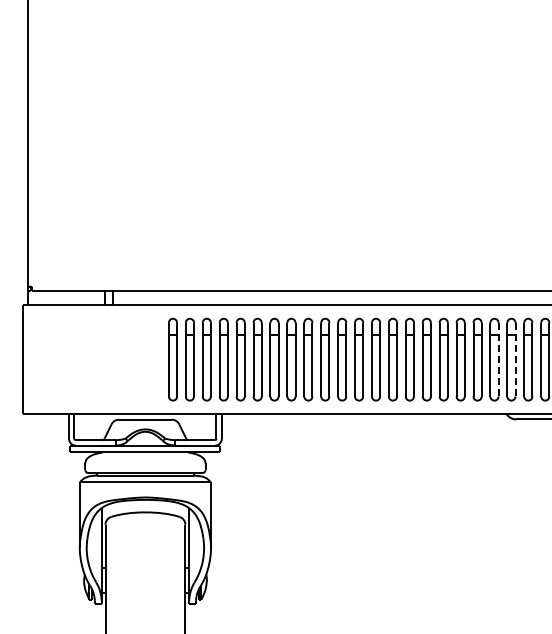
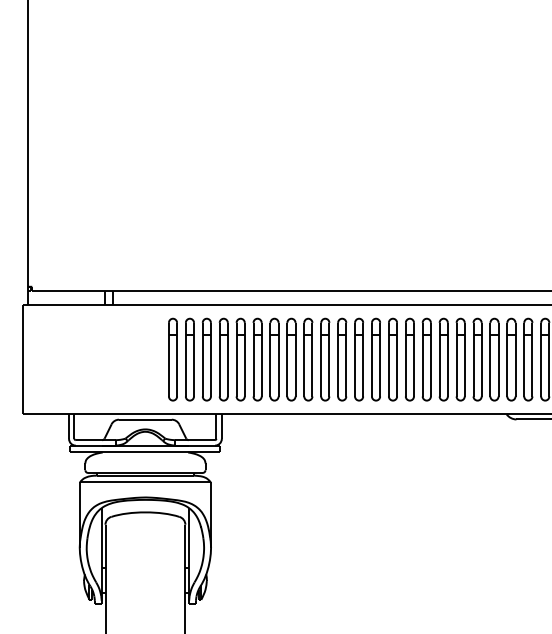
line at (498, 359): dashed -> solid
line at (515, 359): dashed -> solid
